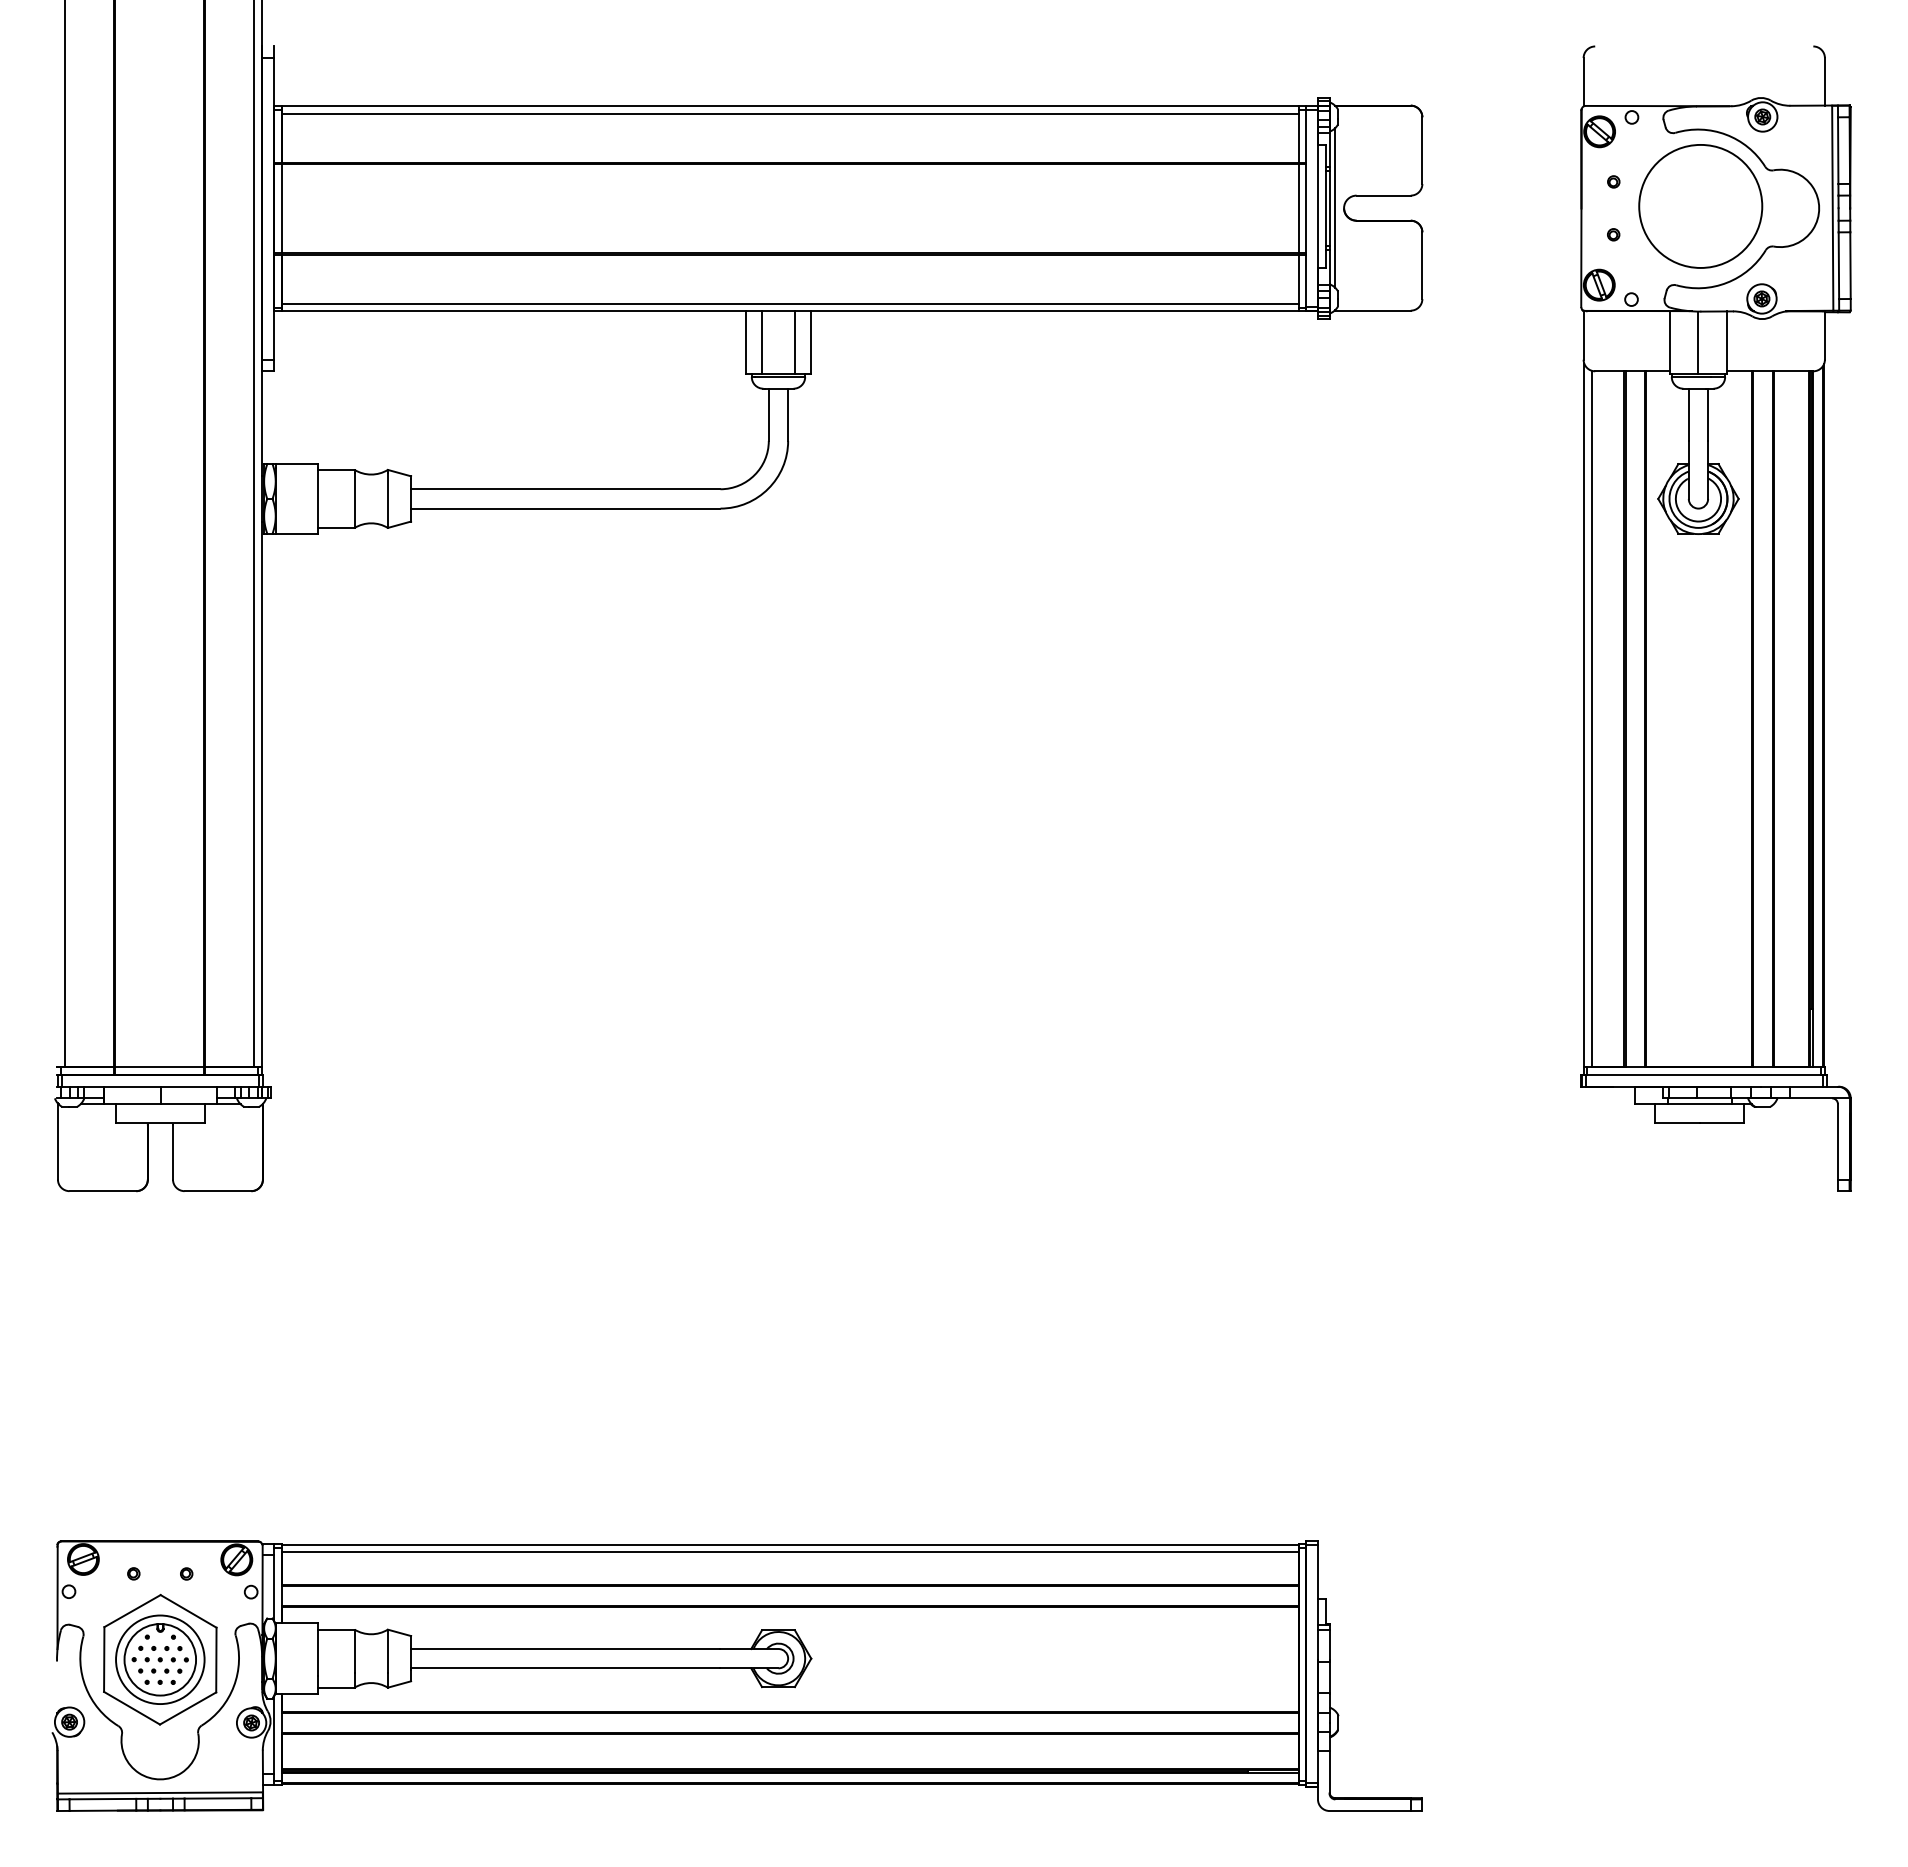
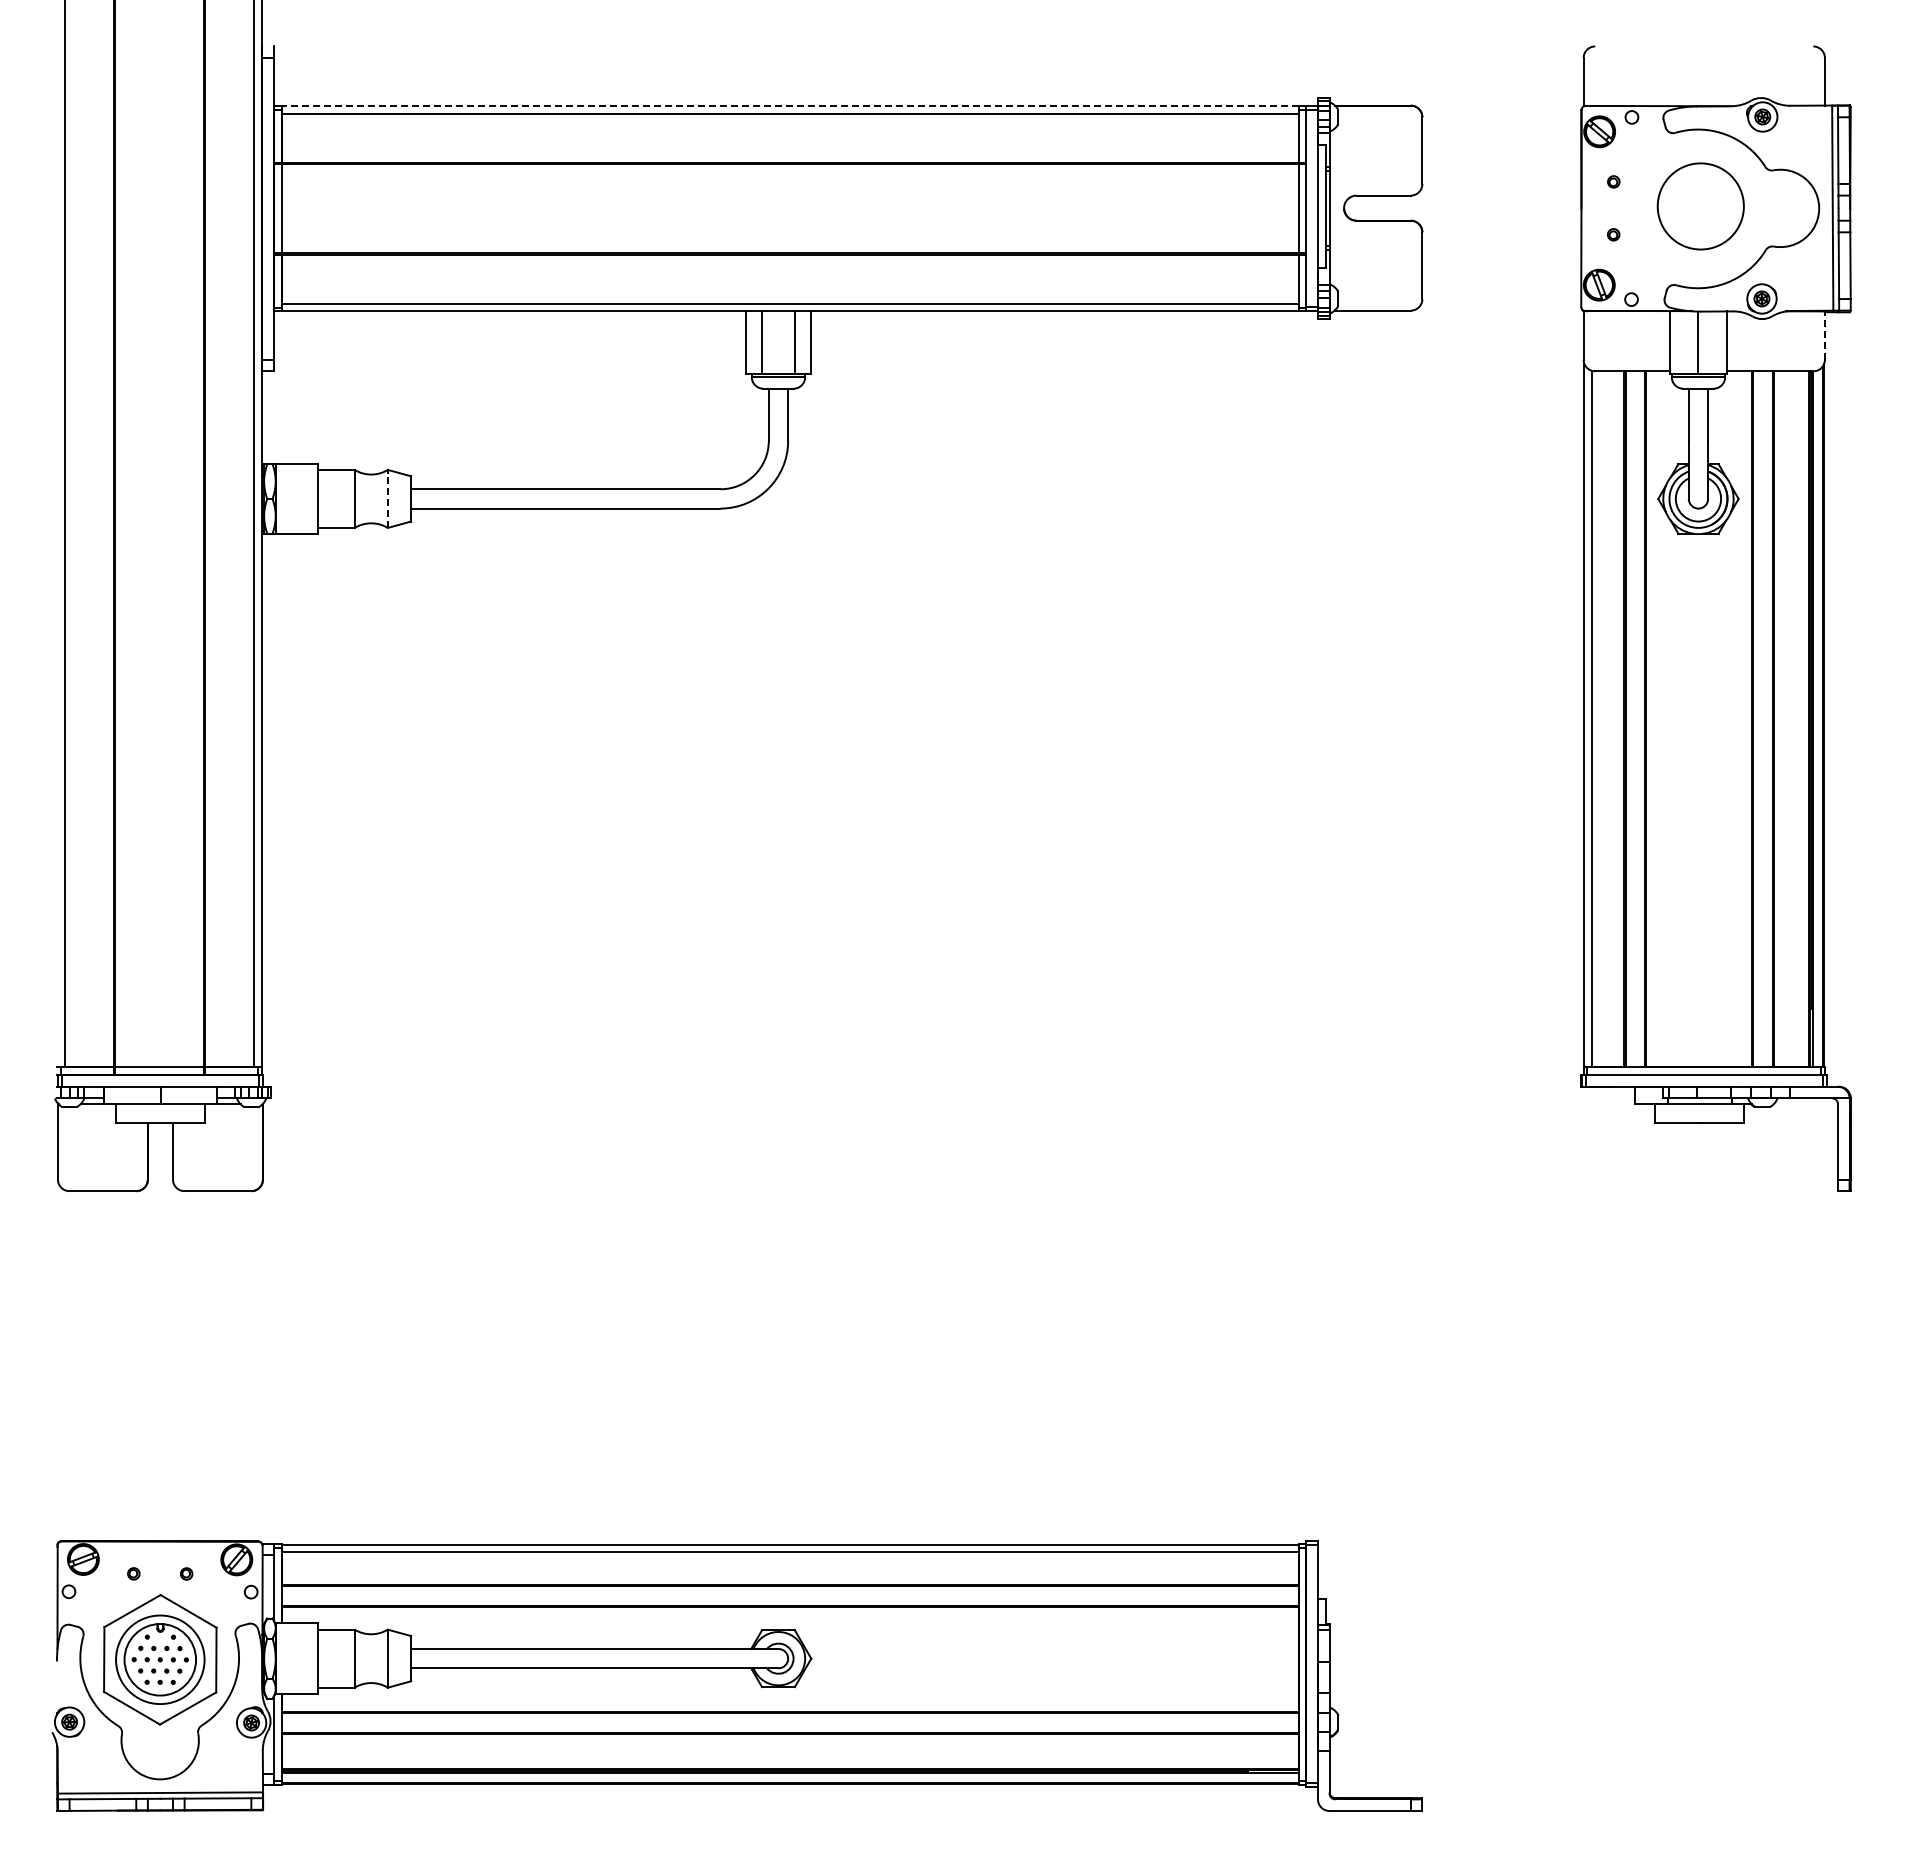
line at (790, 106): solid -> dashed
circle at (1700, 206) size: 126x125 px -> 89x89 px
line at (1335, 207): present -> none
line at (1824, 334): solid -> dashed
line at (387, 500): solid -> dashed
